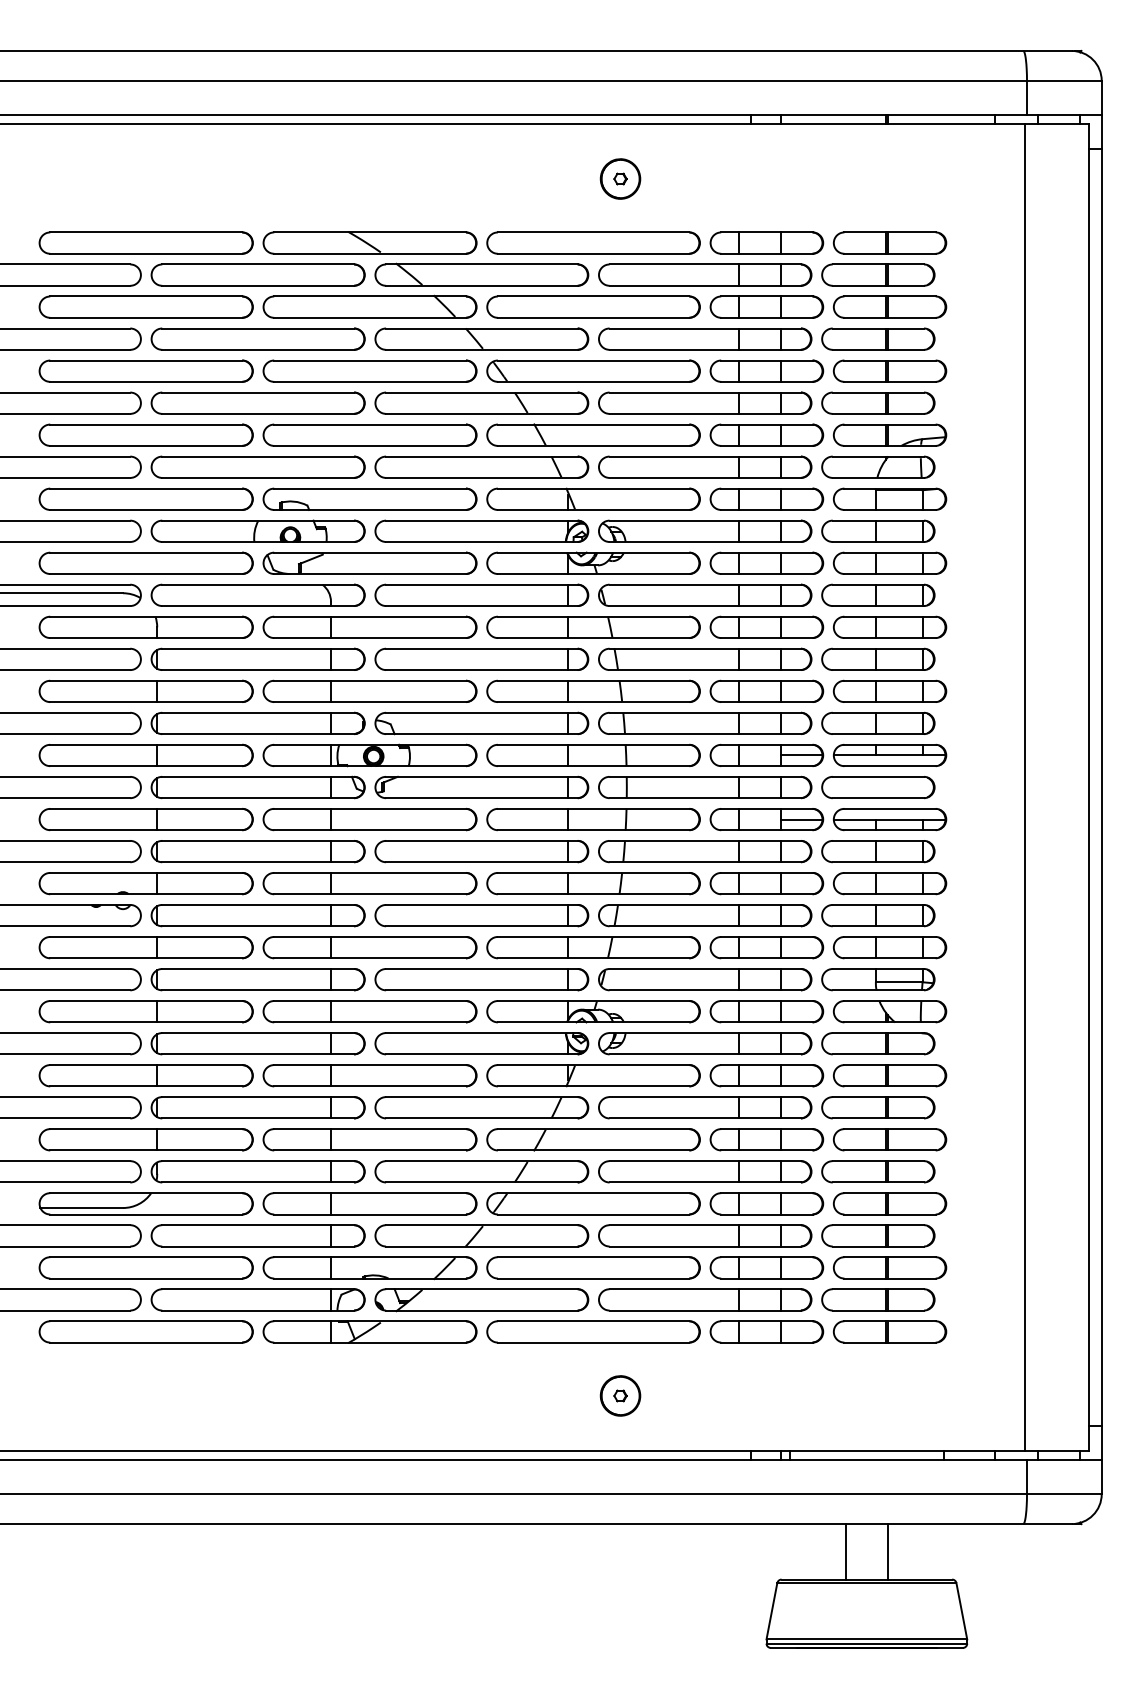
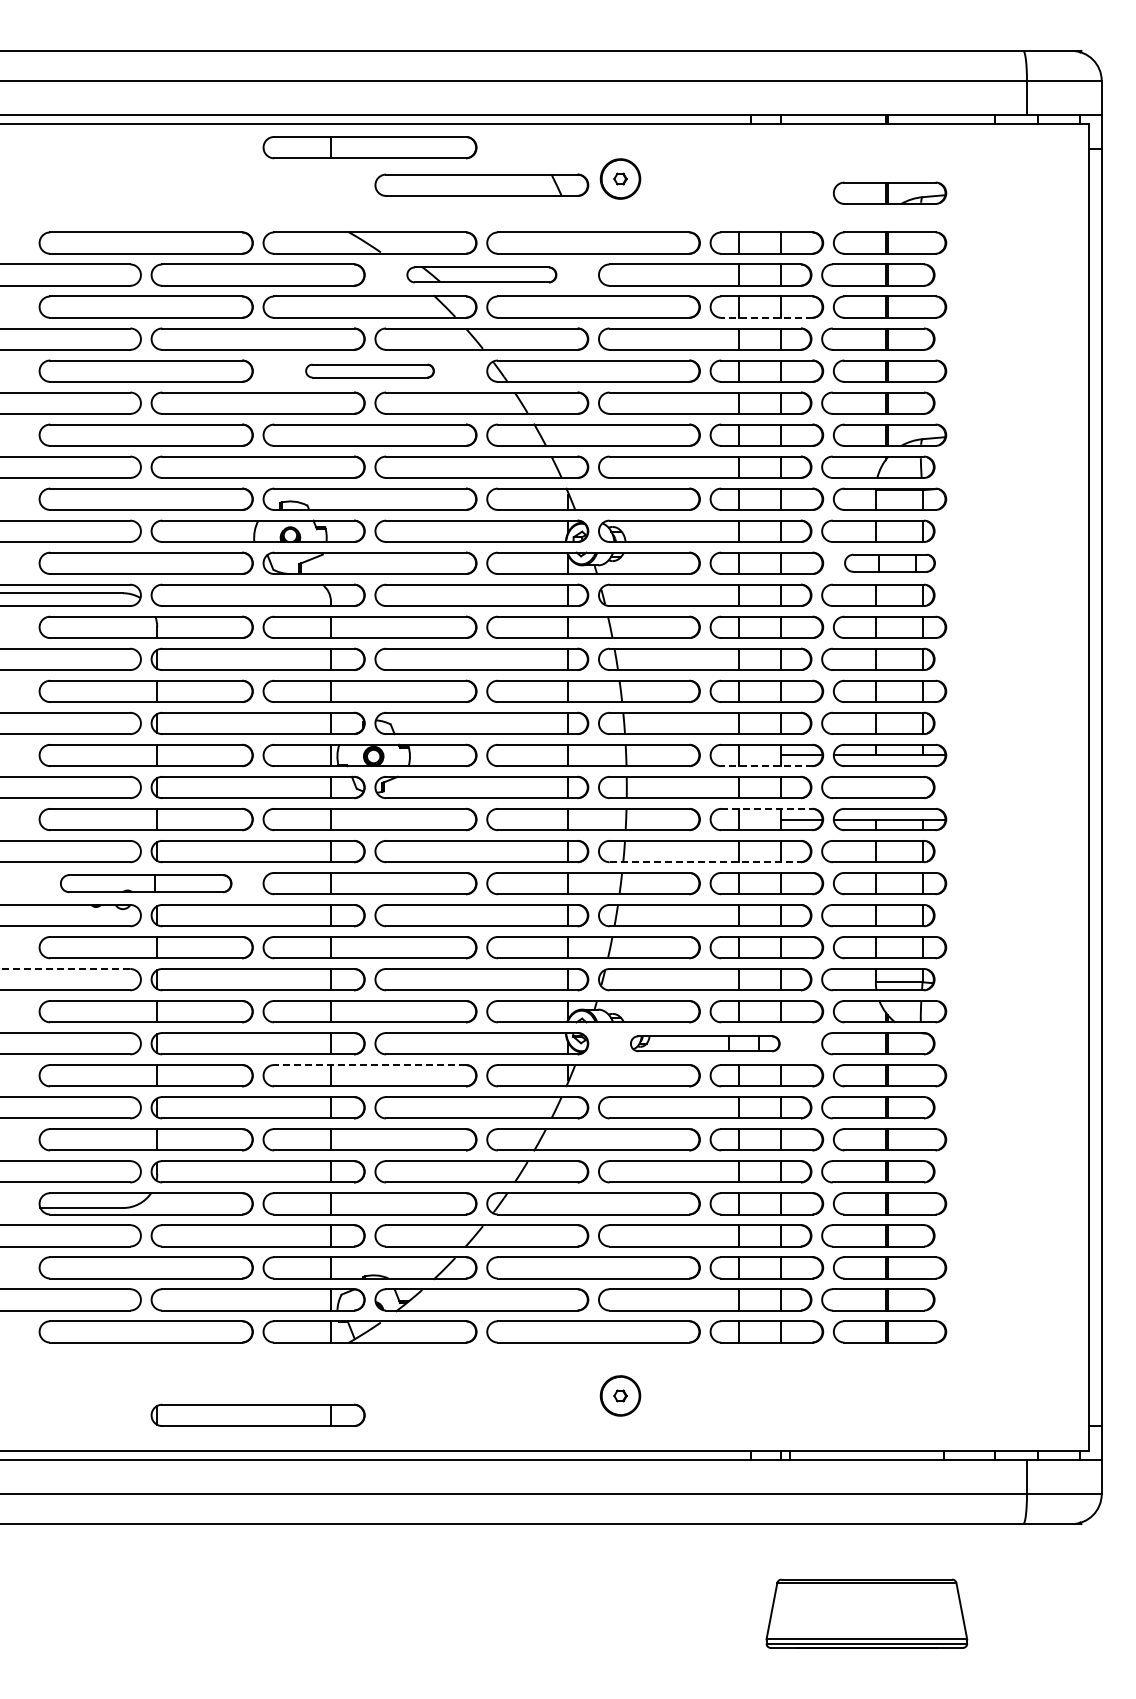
part at (369, 147): none -> present
part at (481, 184): none -> present
part at (889, 192): none -> present
part at (481, 274) size: 216x25 px -> 152x18 px
line at (766, 317): solid -> dashed
part at (369, 370) size: 216x24 px -> 130x16 px
part at (889, 562) size: 116x24 px -> 92x20 px
line at (766, 766): solid -> dashed
line at (1025, 787): present -> none
line at (766, 808): solid -> dashed
line at (705, 862): solid -> dashed
part at (145, 883) size: 216x24 px -> 173x20 px
line at (65, 968): solid -> dashed
part at (705, 1043) size: 215x24 px -> 151x18 px
line at (370, 1065): solid -> dashed
part at (257, 1414): none -> present
line at (845, 1551): present -> none
line at (888, 1551): present -> none
